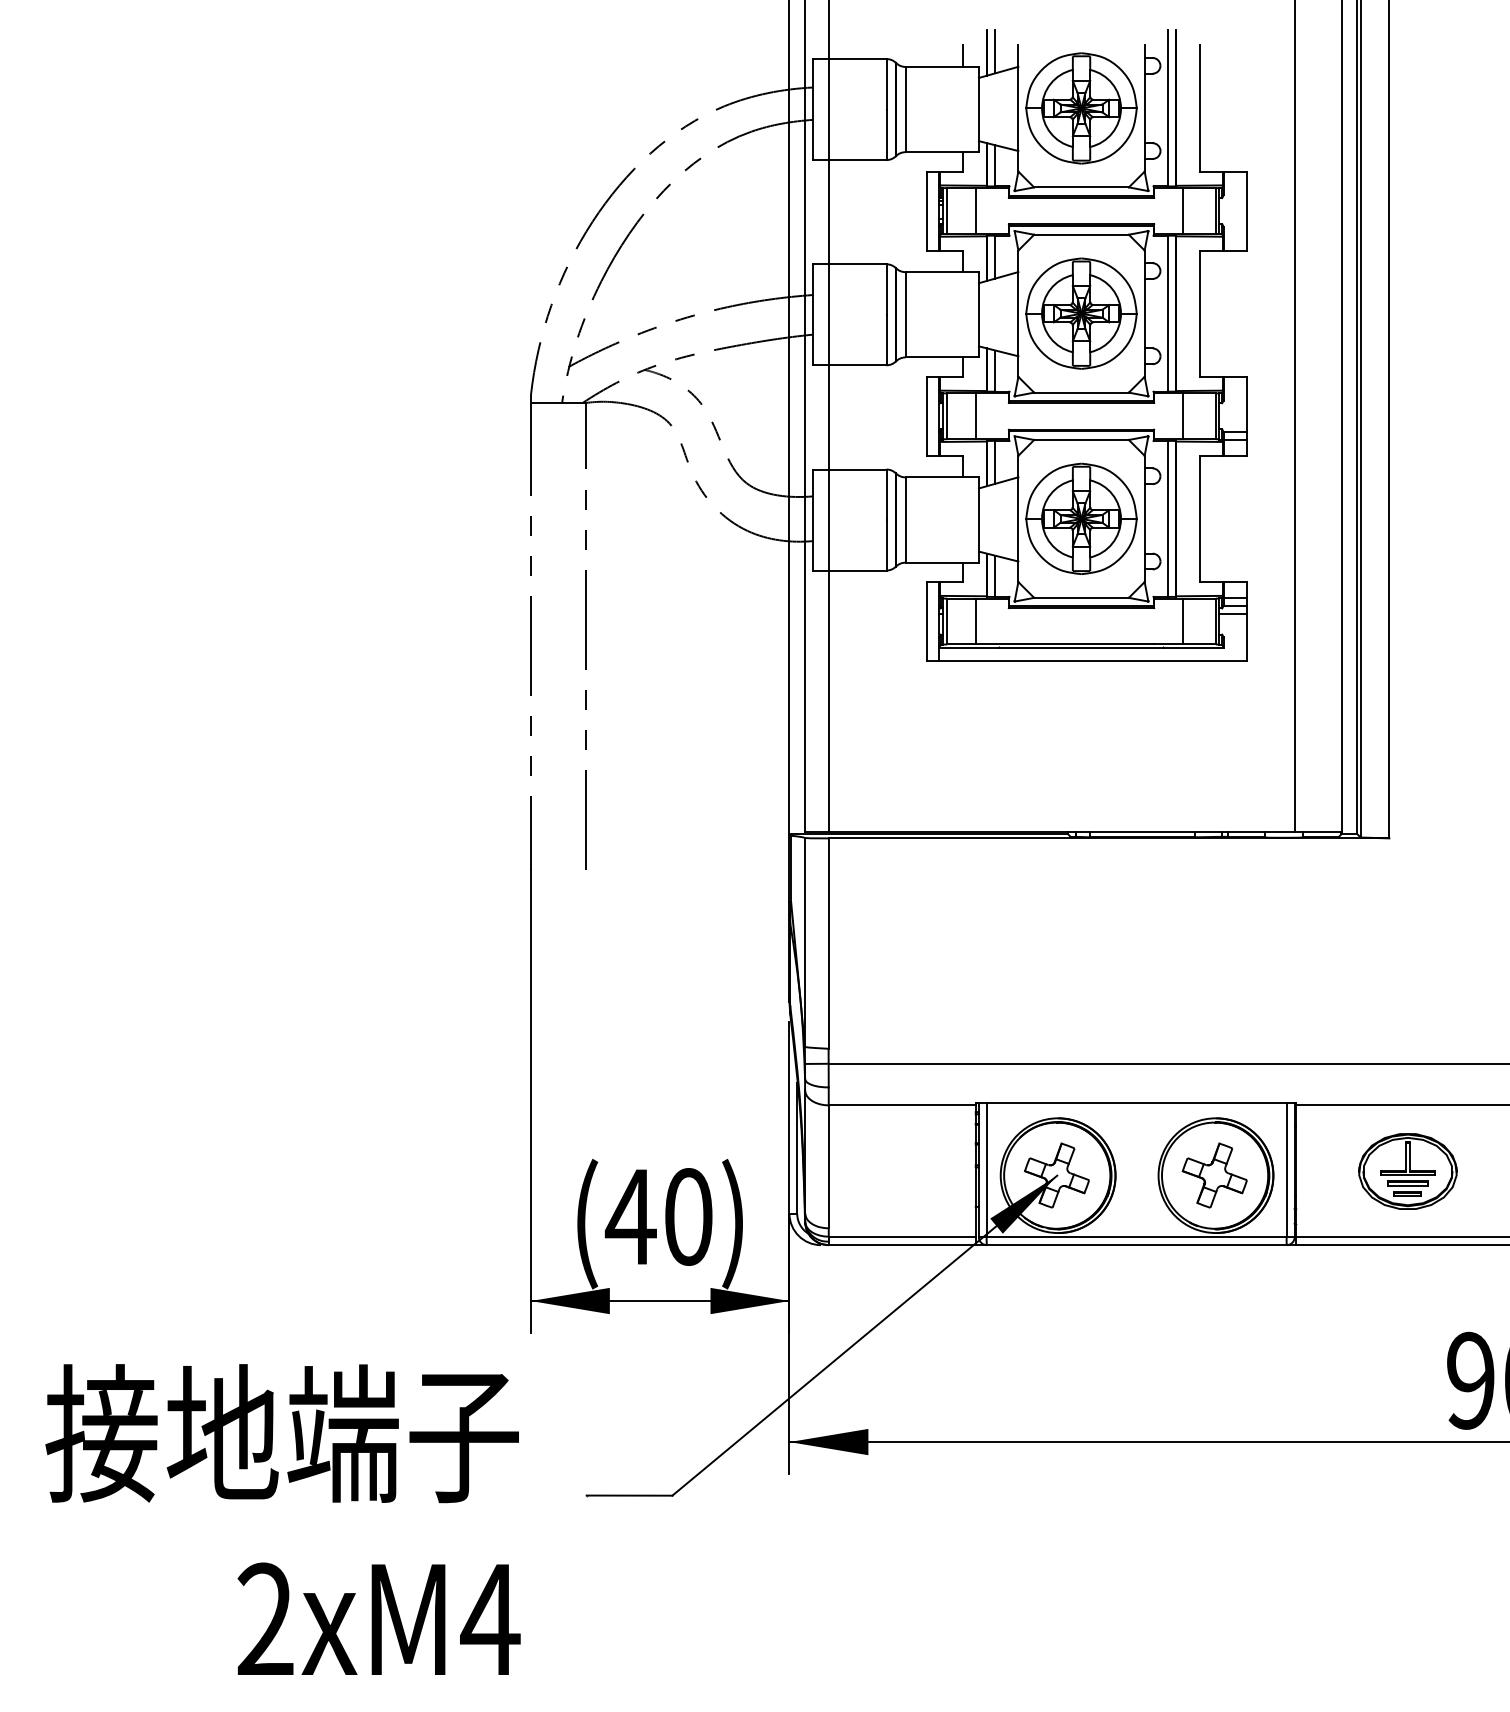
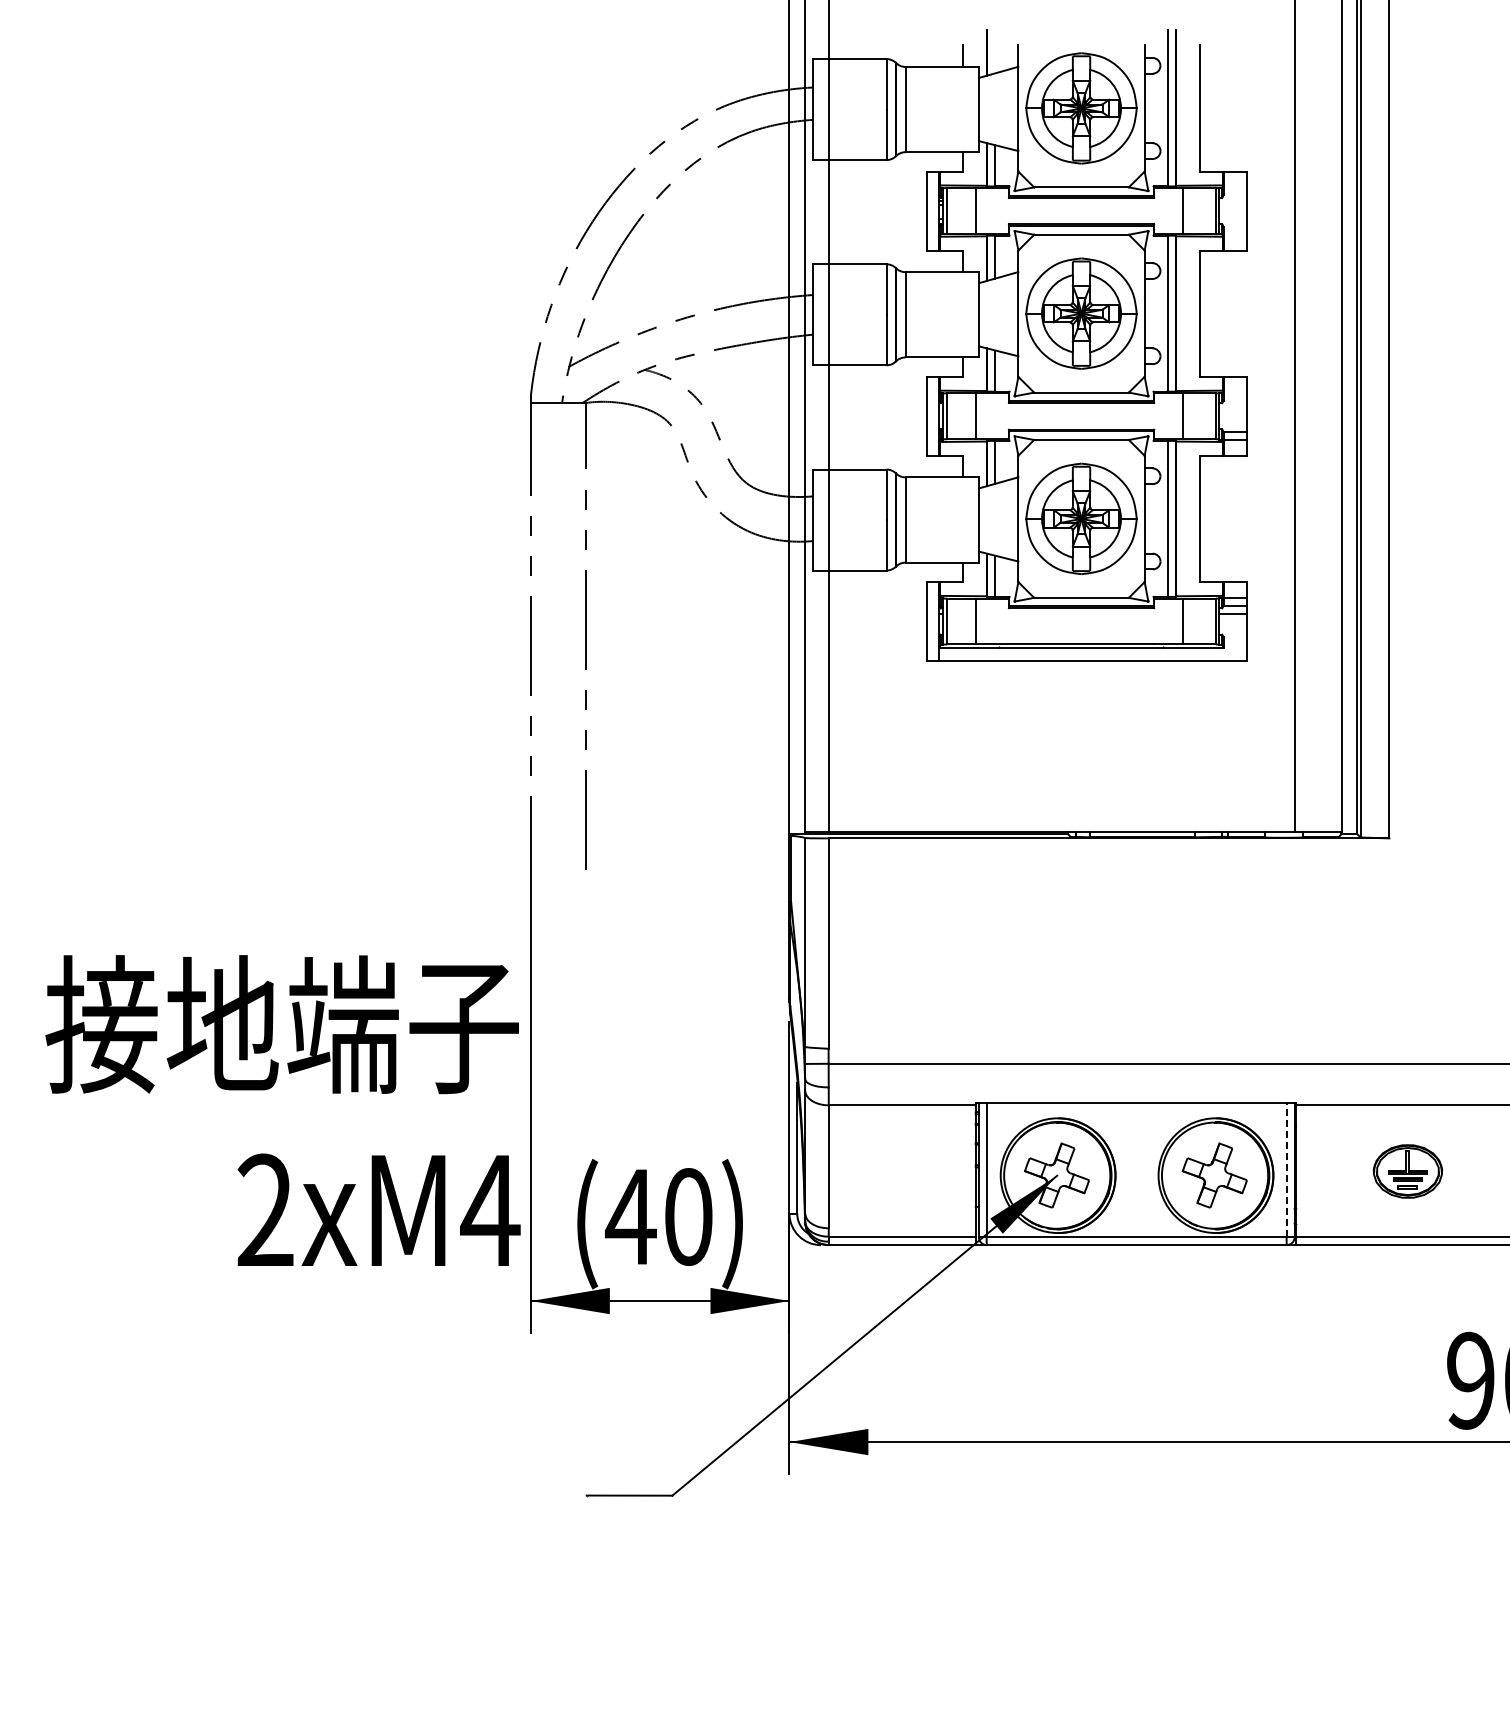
line at (995, 51): present -> none
line at (1286, 1169): solid -> dashed
part at (1407, 1171) size: 100x77 px -> 72x55 px
text at (282, 1519) position: (282, 1519) -> (282, 1110)
